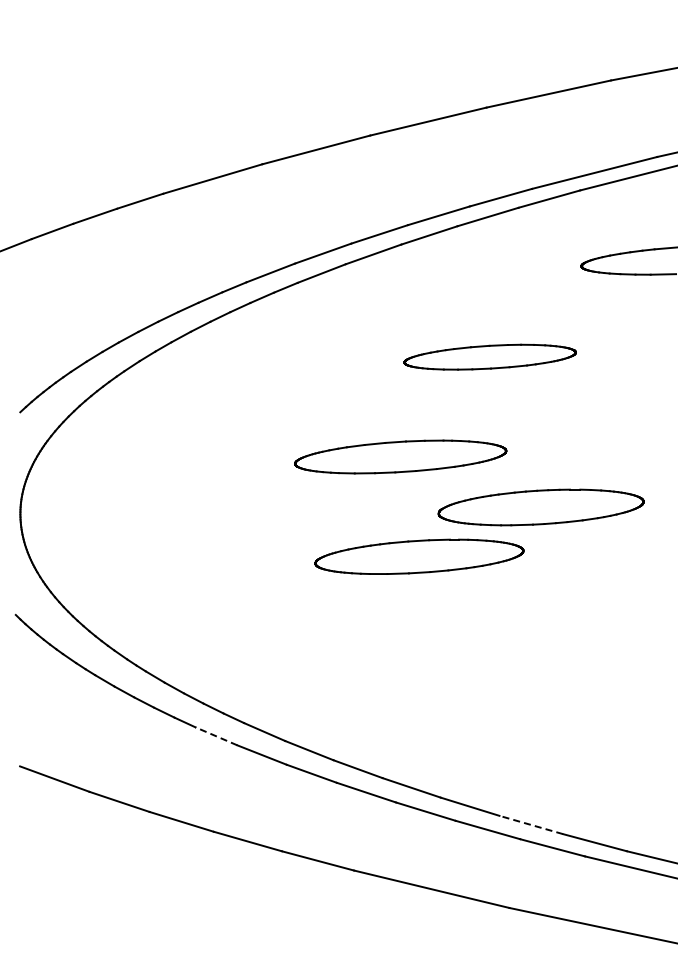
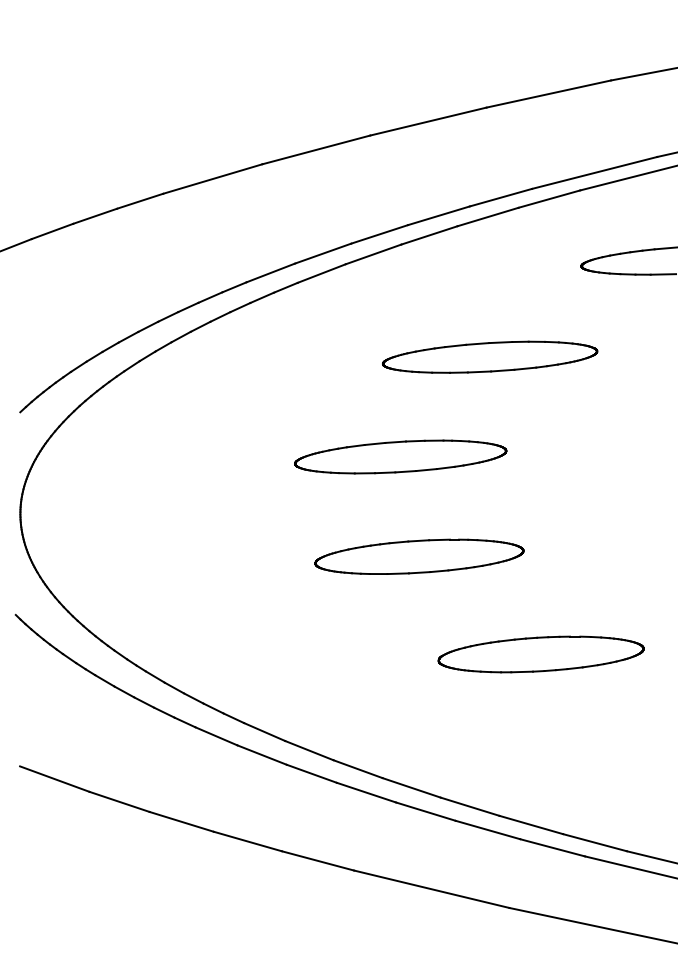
part at (489, 356) size: 174x28 px -> 217x34 px
part at (540, 507) position: (540, 507) -> (540, 654)
line at (216, 736): dashed -> solid
line at (530, 824): dashed -> solid
